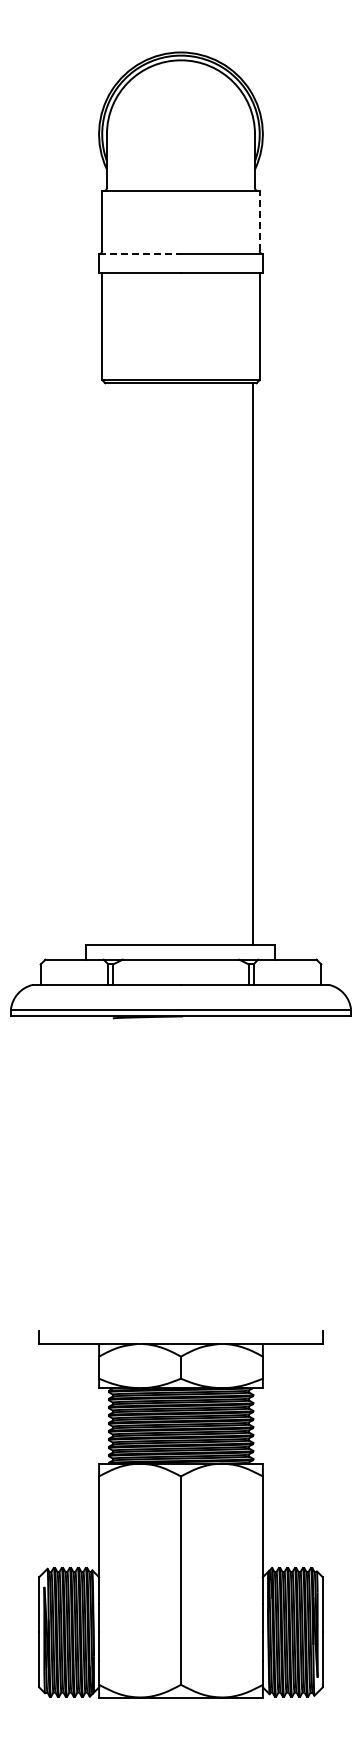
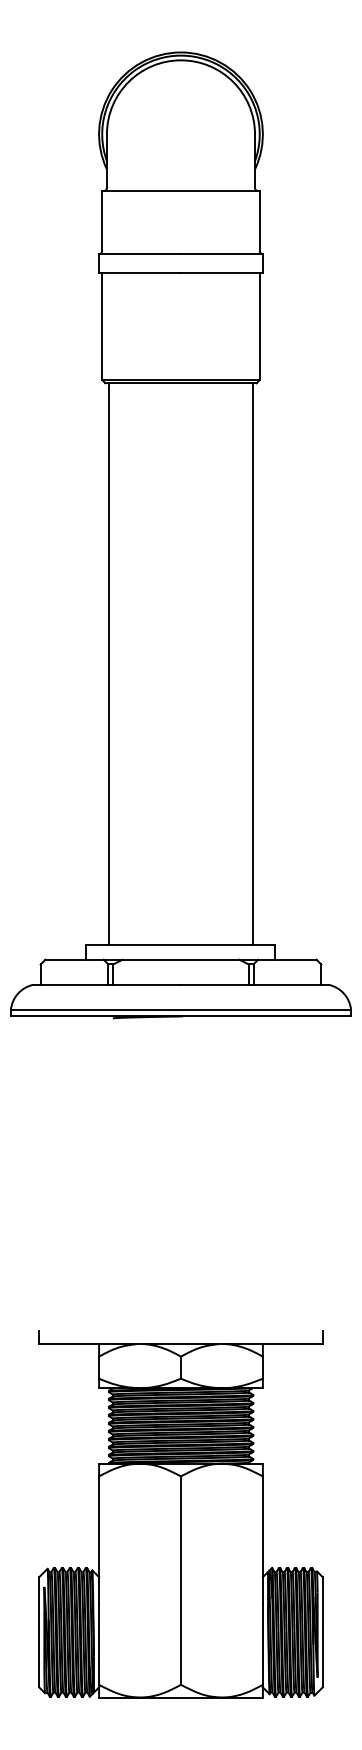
line at (259, 221): dashed -> solid
line at (140, 254): dashed -> solid
line at (108, 663): none -> present
